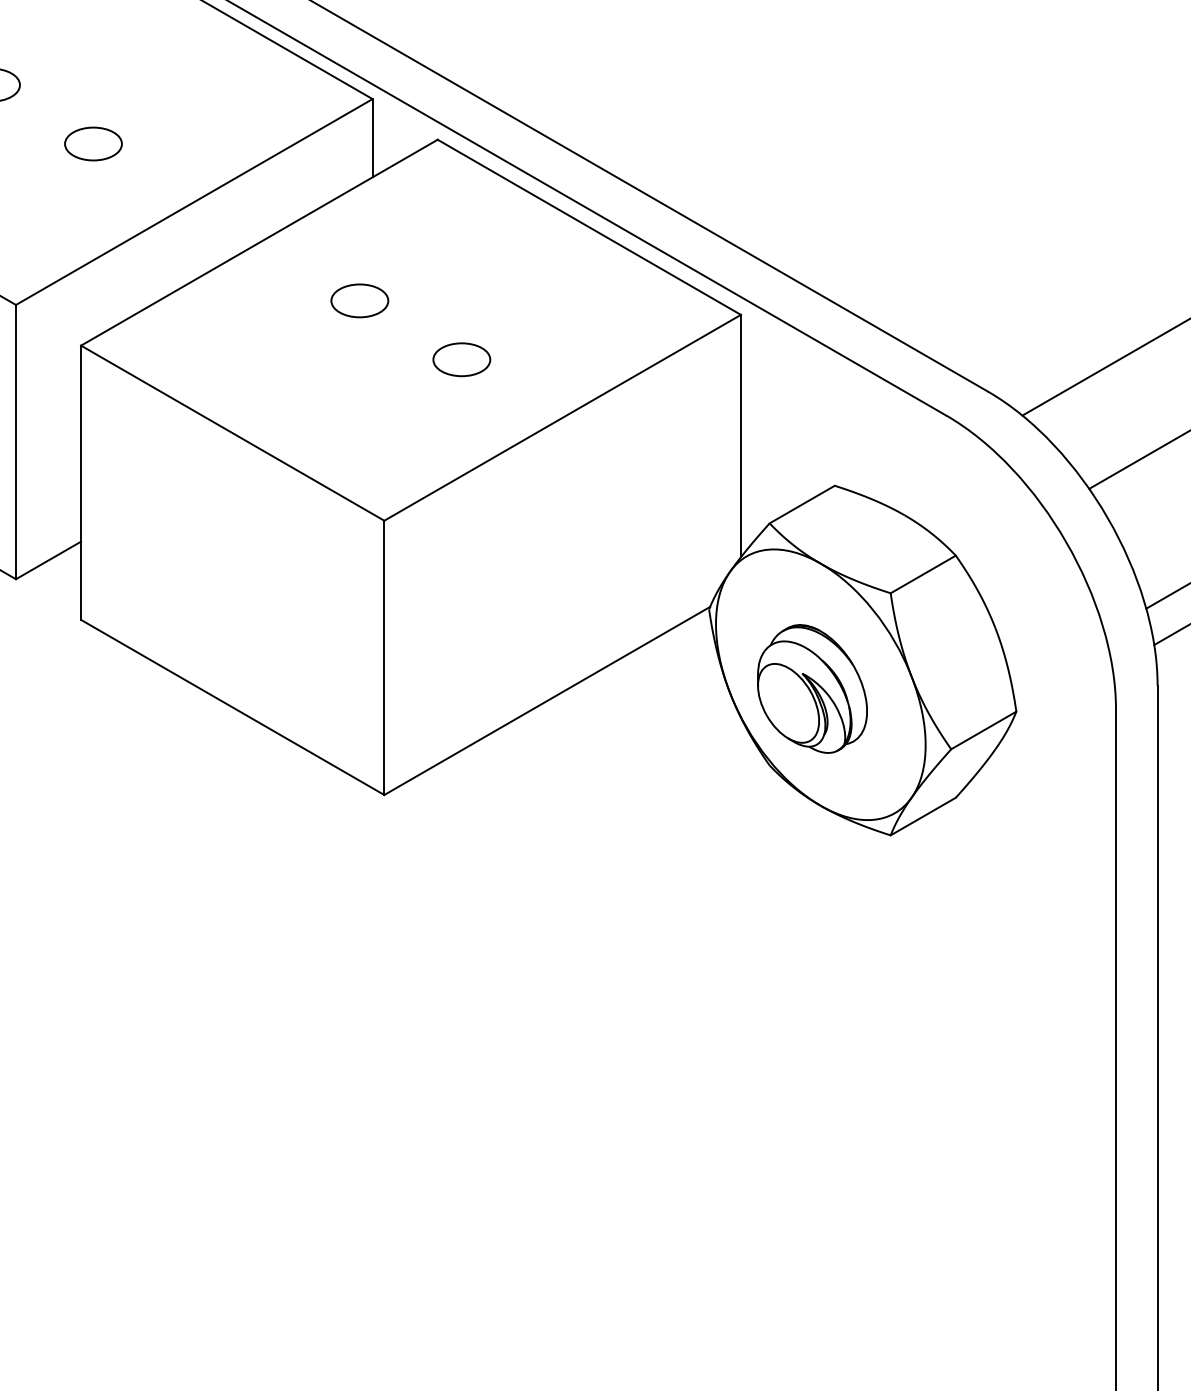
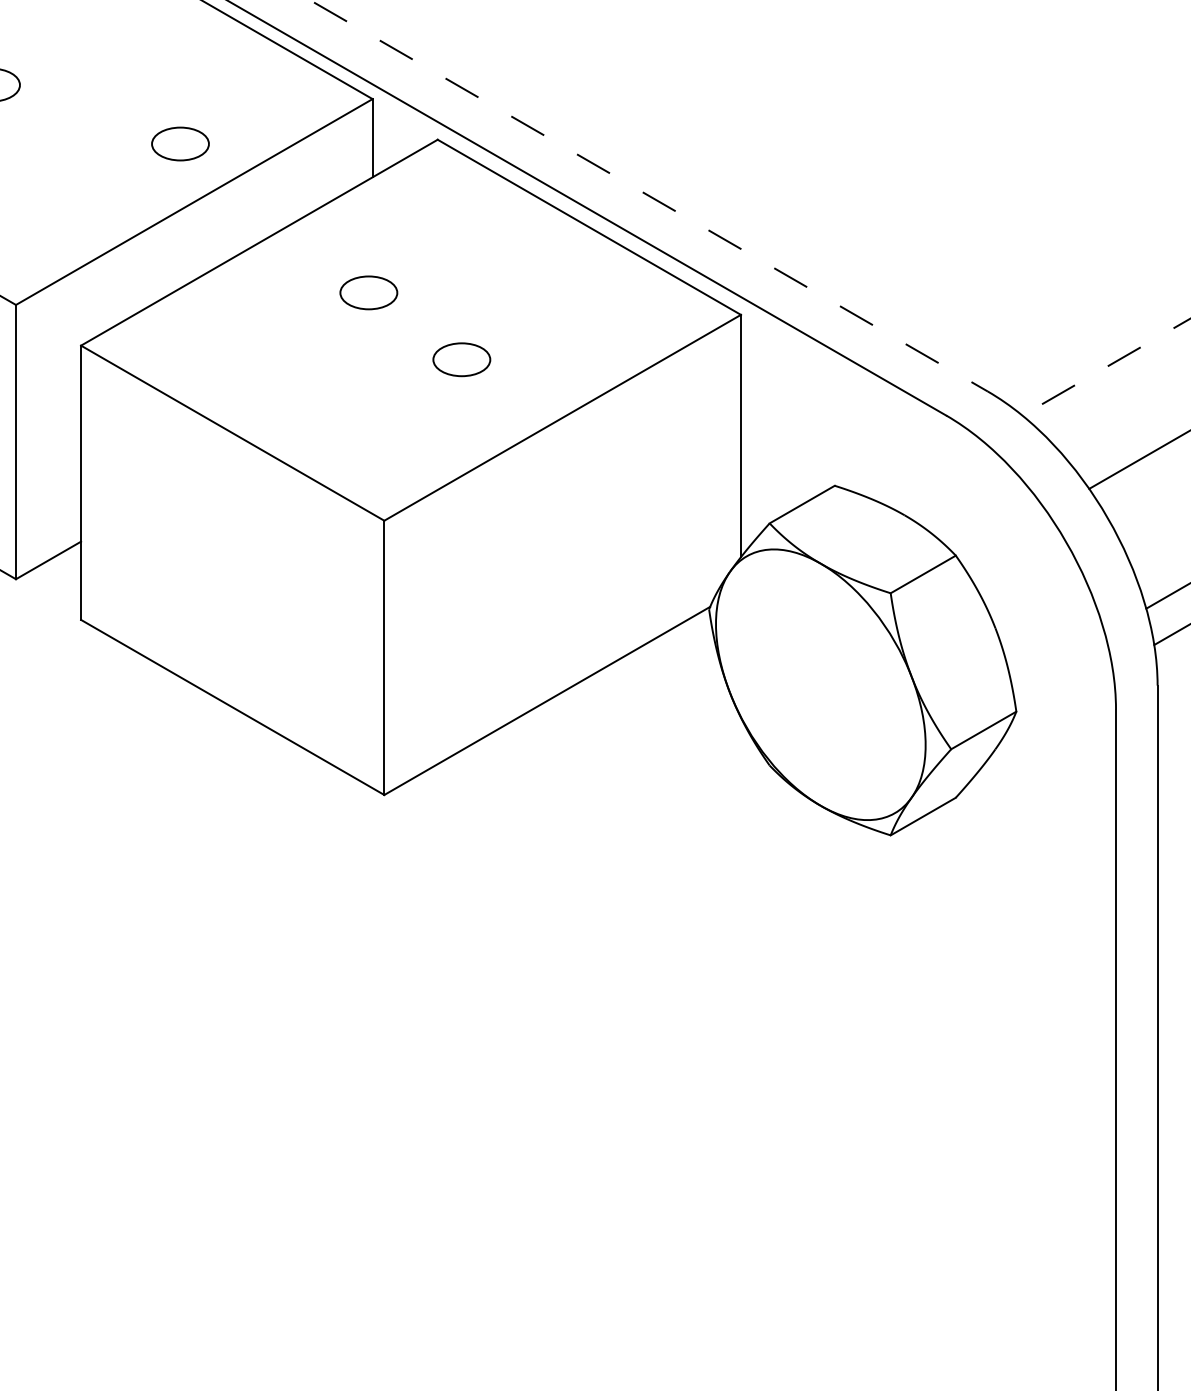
part at (93, 143) position: (93, 143) -> (180, 143)
line at (649, 196): solid -> dashed
part at (359, 300) position: (359, 300) -> (368, 292)
line at (1106, 367): solid -> dashed
part at (812, 688): present -> none
